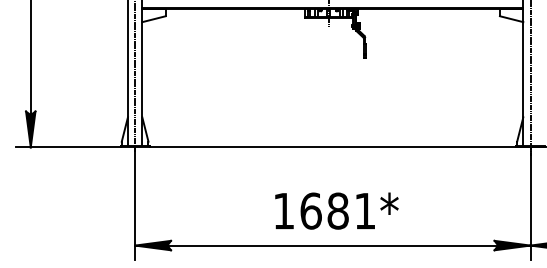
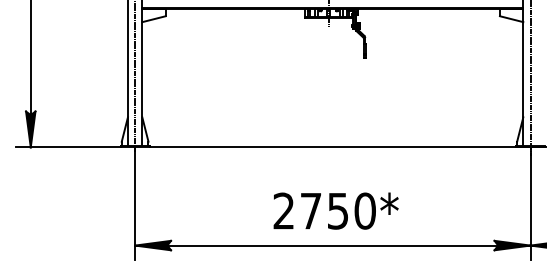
text at (324, 210): 1681* -> 2750*
